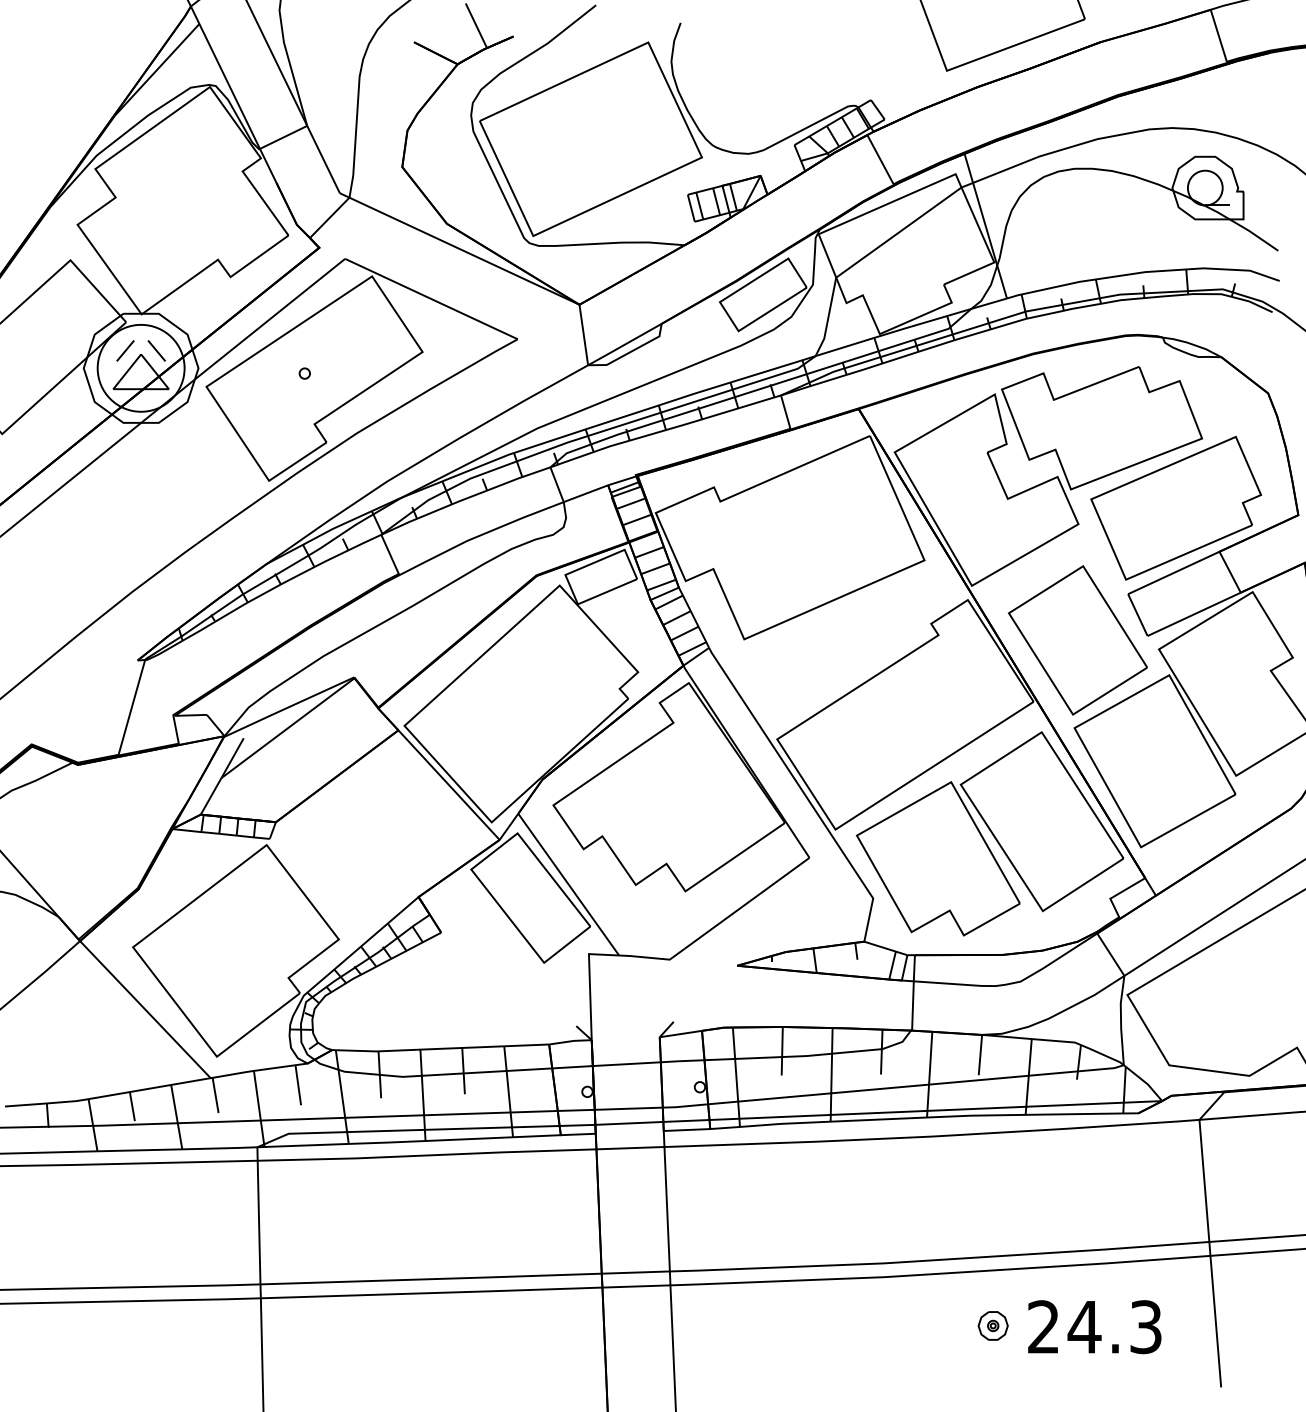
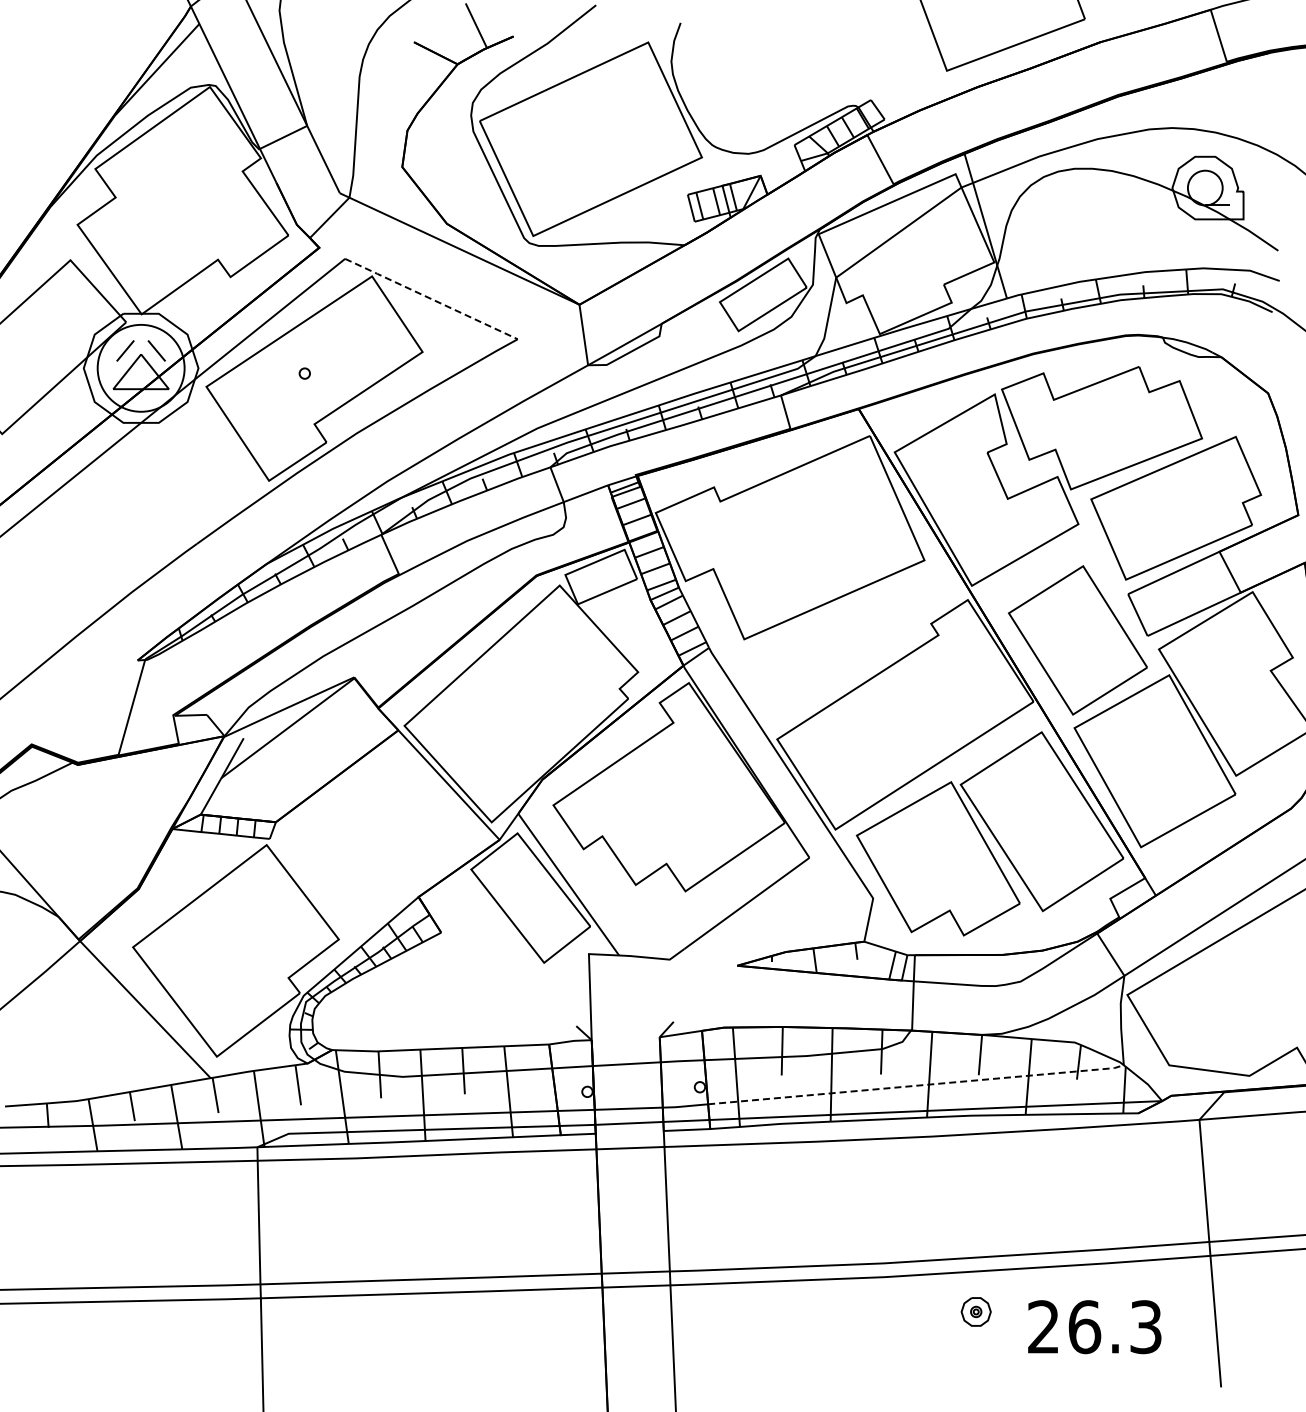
line at (430, 298): solid -> dashed
line at (917, 1085): solid -> dashed
part at (992, 1325) position: (992, 1325) -> (975, 1311)
text at (1084, 1327): 24.3 -> 26.3
